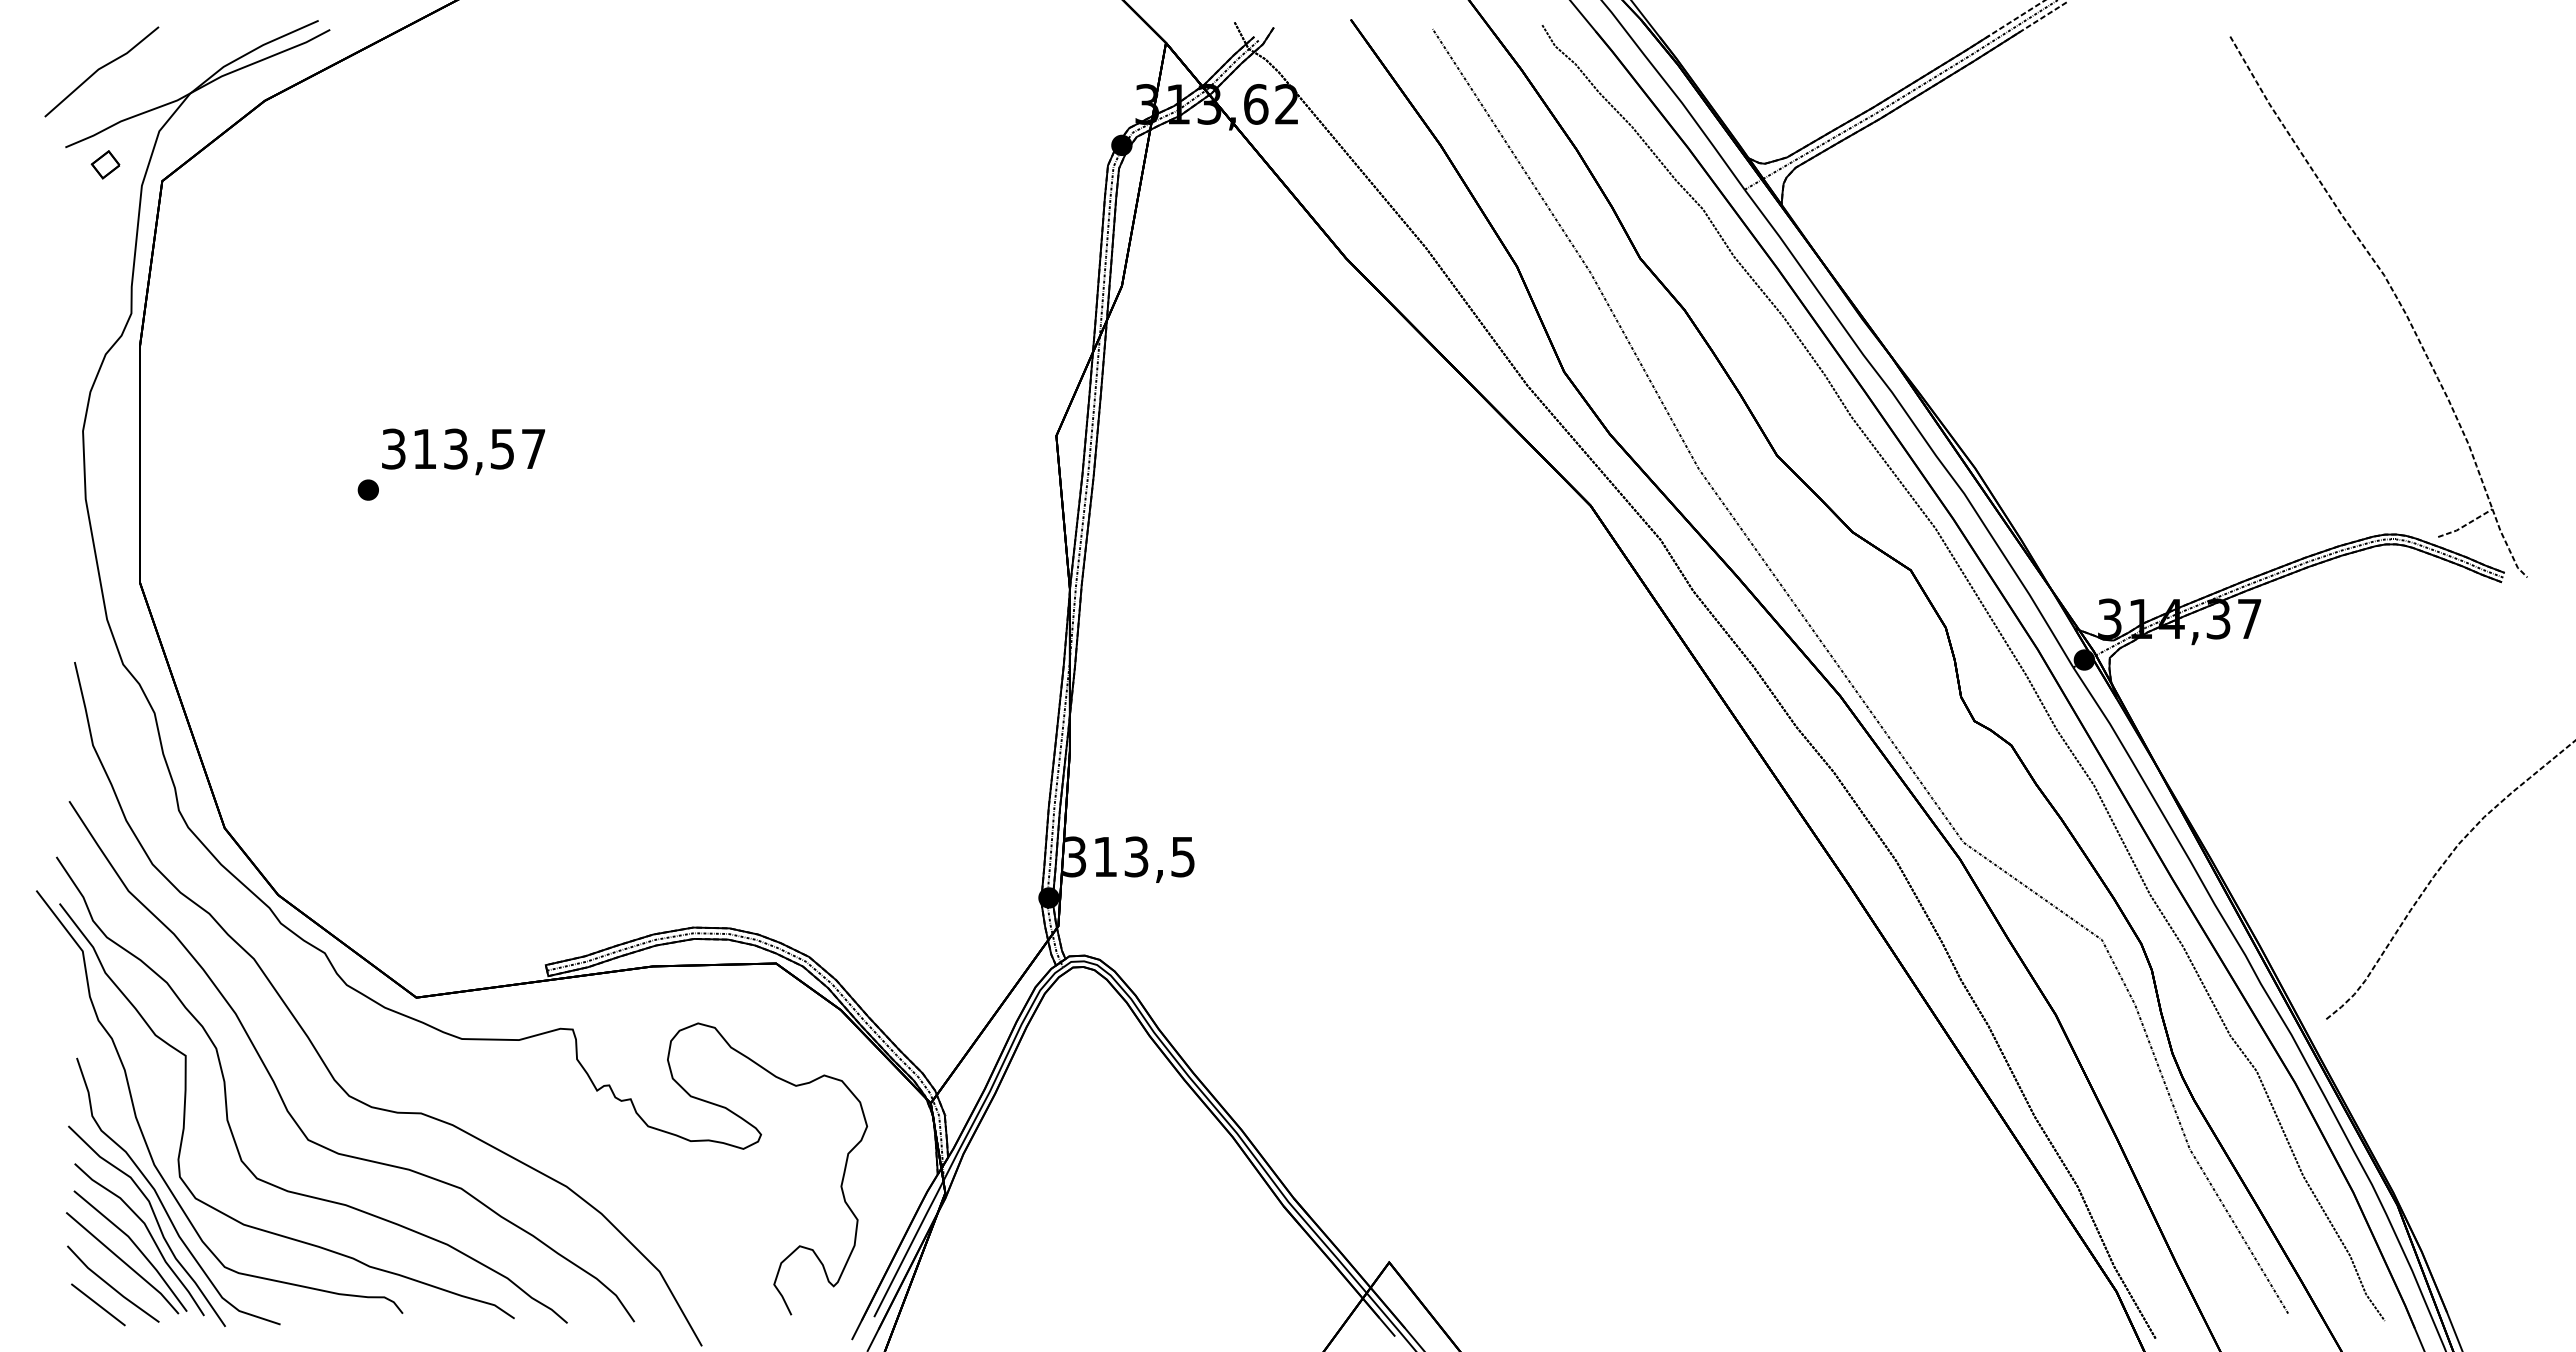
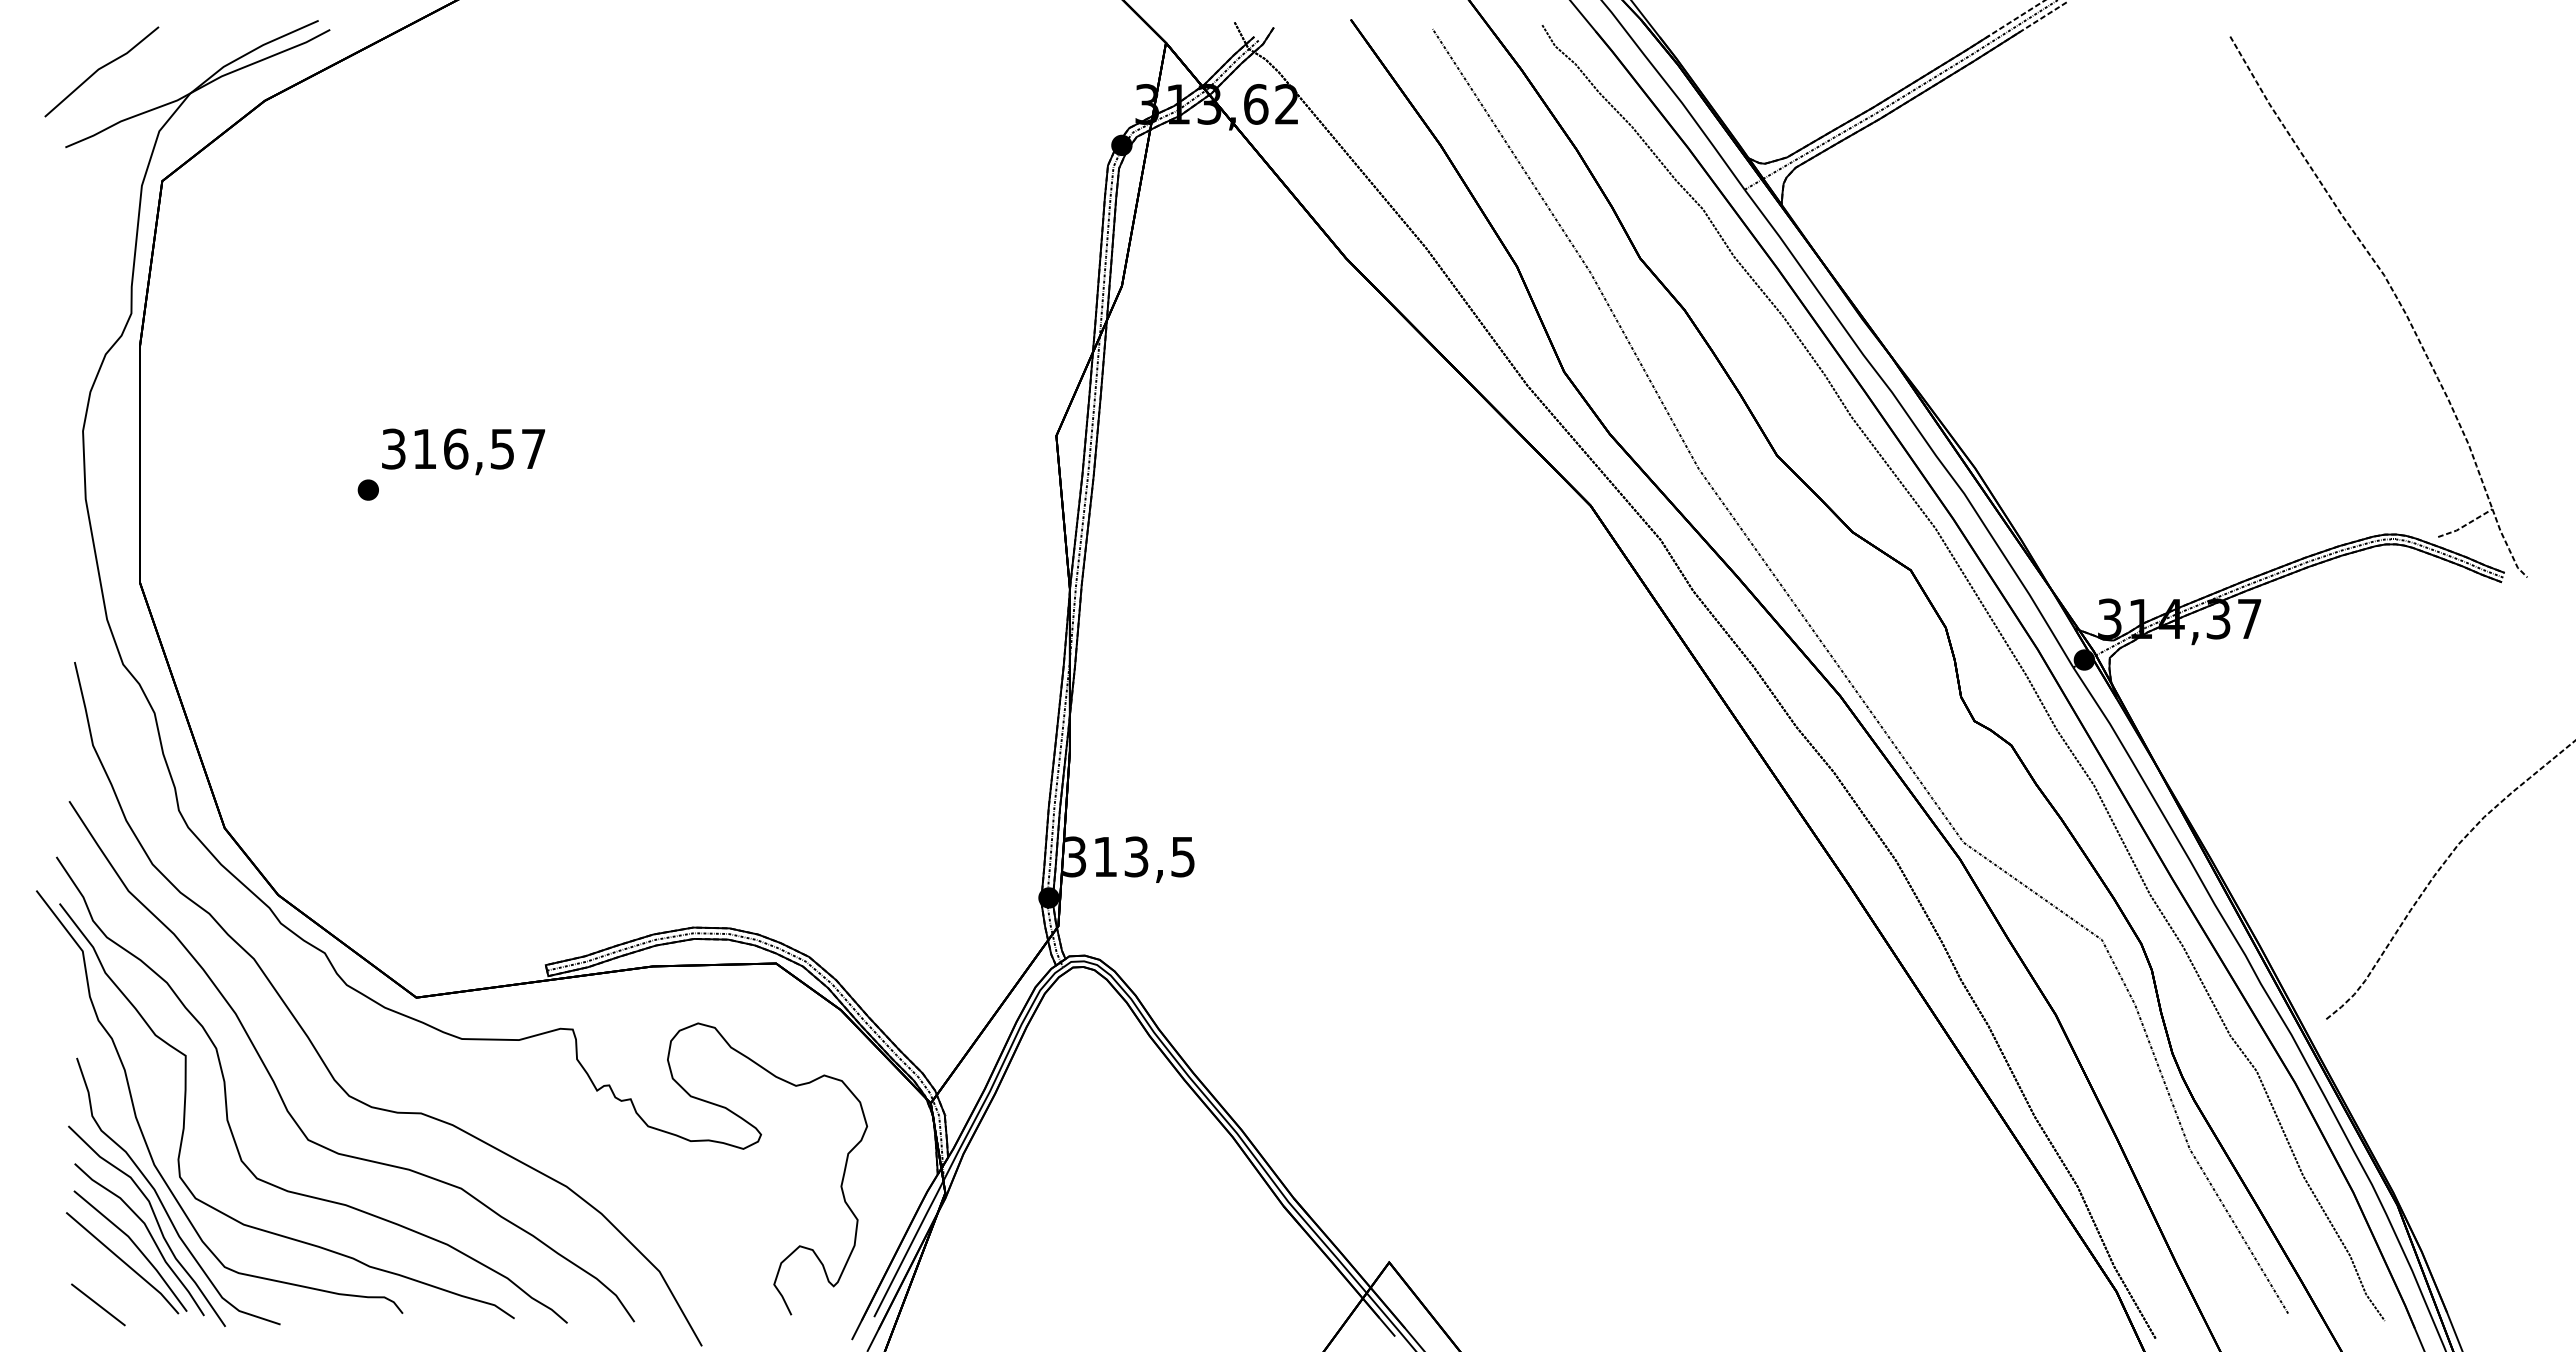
part at (105, 164): present -> none
text at (456, 448): 313,57 -> 316,57
line at (111, 1285): present -> none
